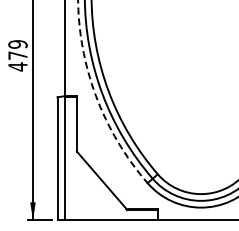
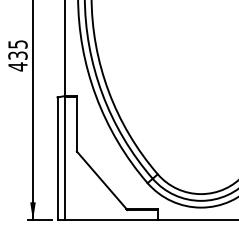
text at (17, 49): 479 -> 435
arc at (96, 97): dashed -> solid
